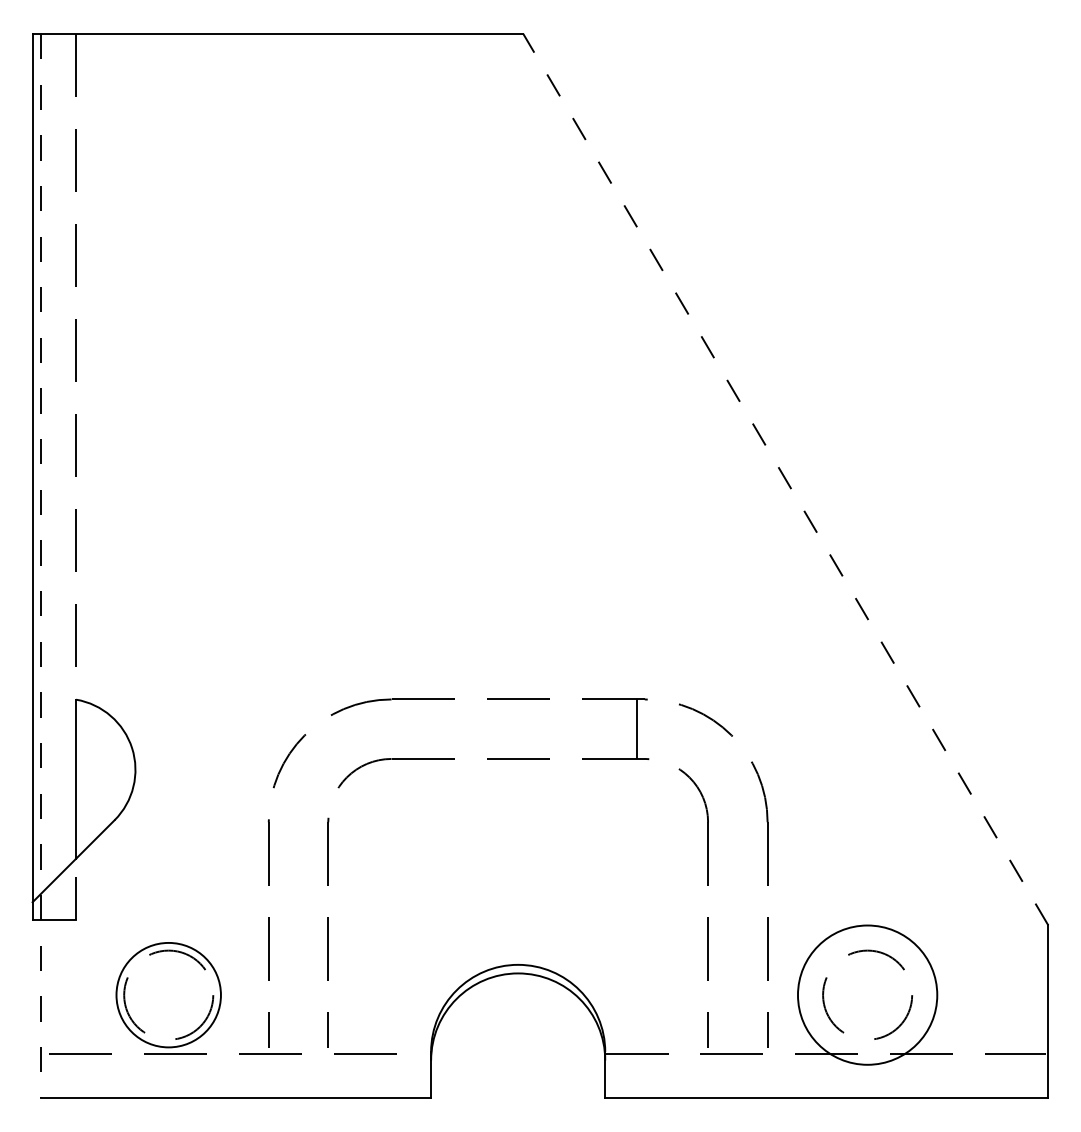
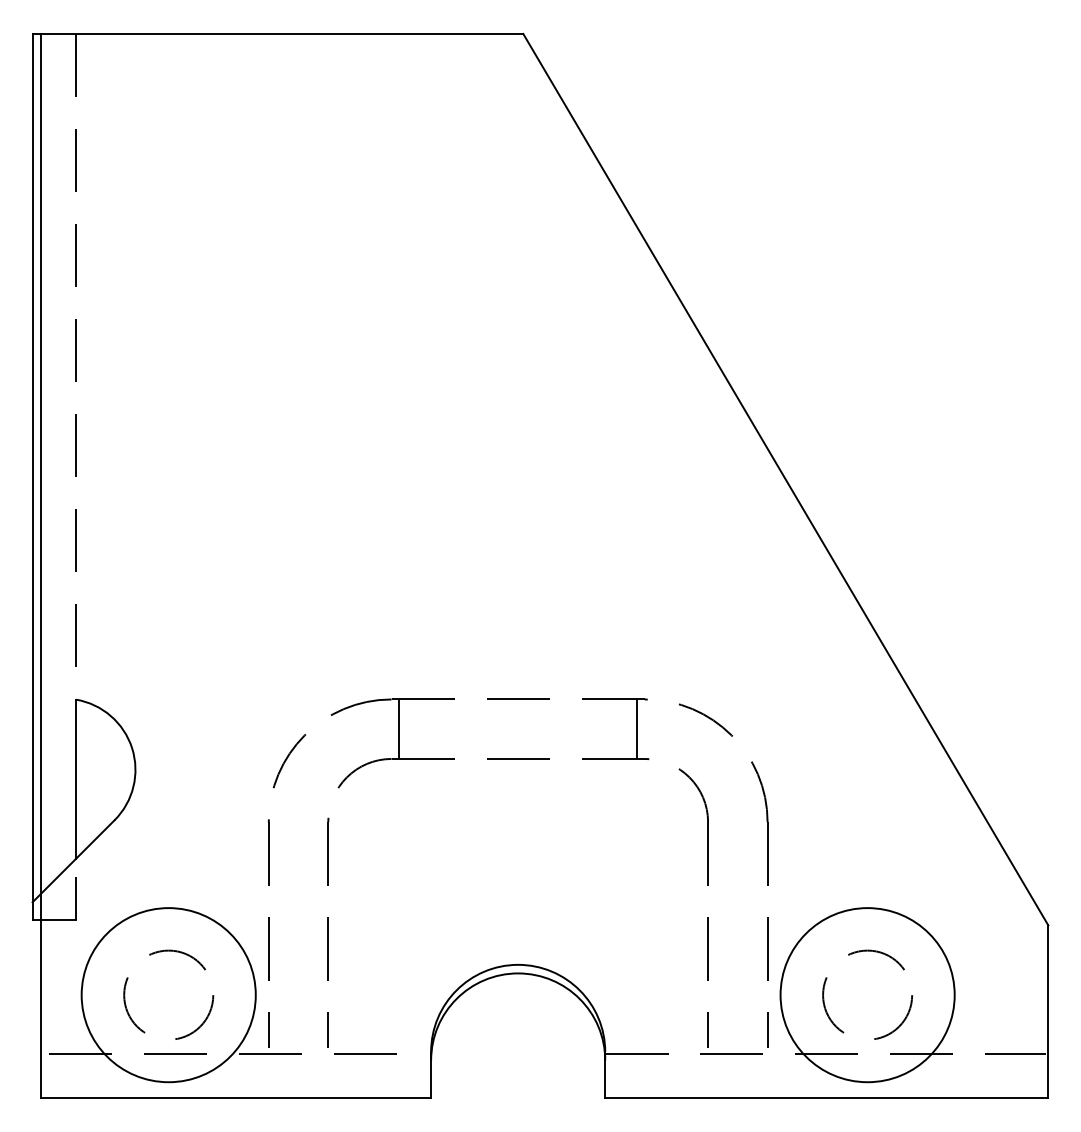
line at (785, 479): dashed -> solid
line at (40, 566): dashed -> solid
line at (399, 728): none -> present
circle at (168, 994) diameter: 104 px -> 174 px
circle at (867, 994) diameter: 139 px -> 174 px
